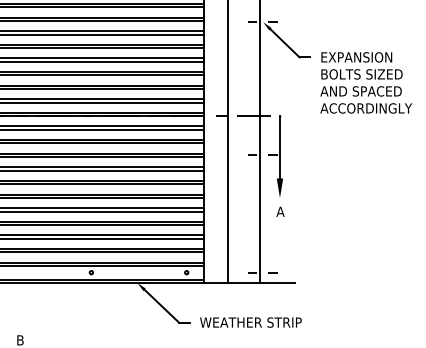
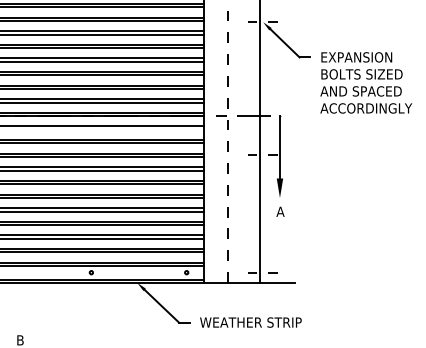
line at (102, 129): present -> none
line at (227, 141): solid -> dashed
